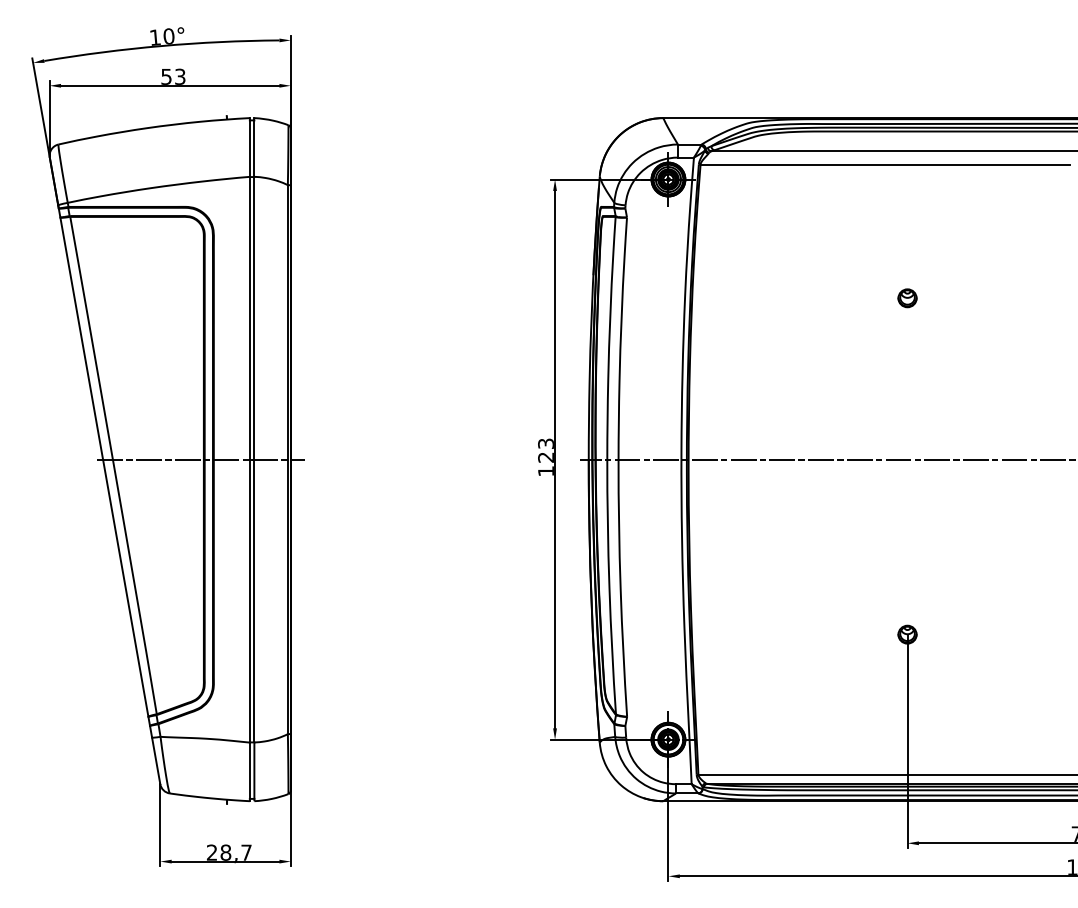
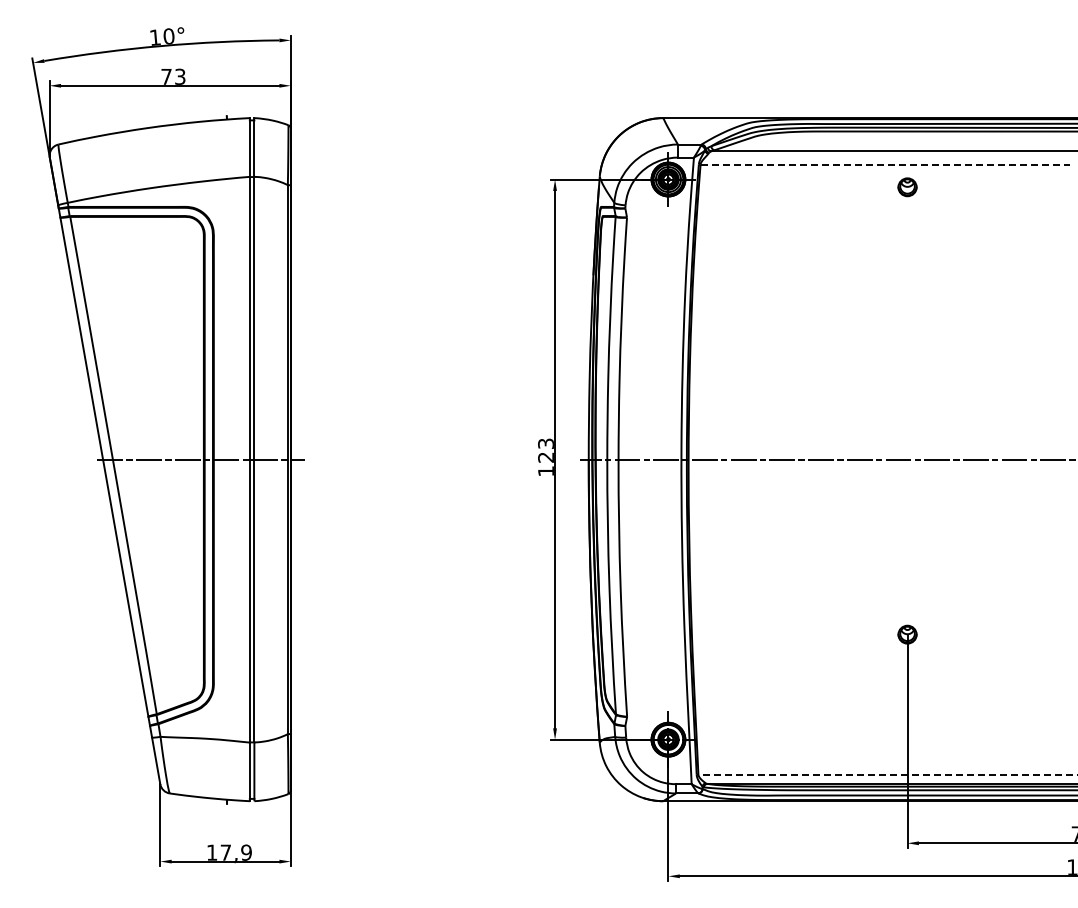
text at (166, 76): 53 -> 73
line at (885, 164): solid -> dashed
part at (907, 298) position: (907, 298) -> (907, 187)
line at (887, 774): solid -> dashed
text at (229, 852): 28,7 -> 17,9
